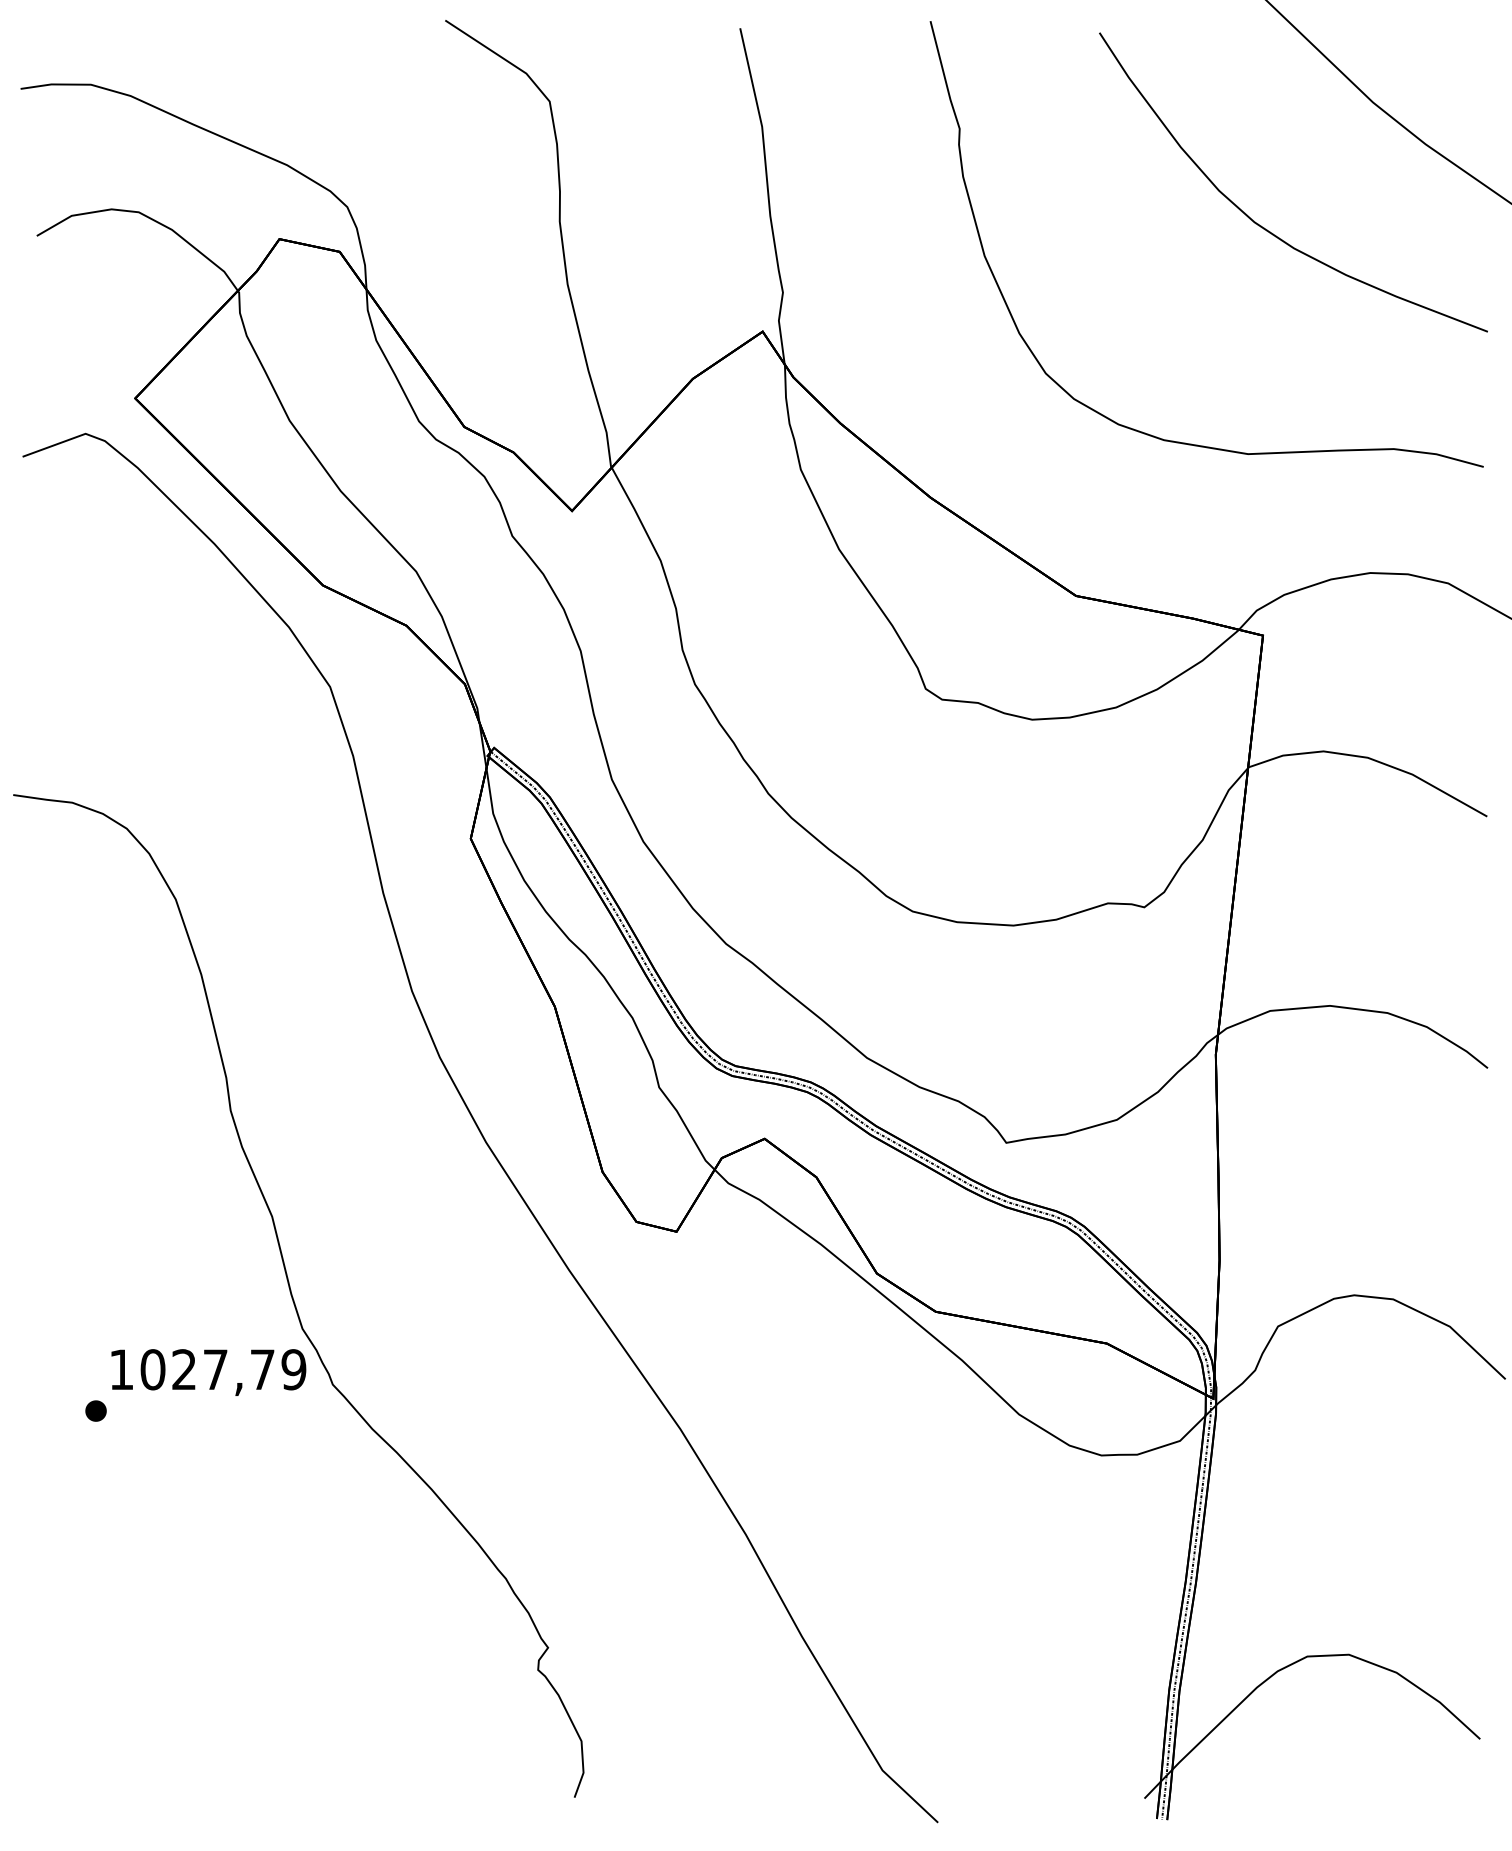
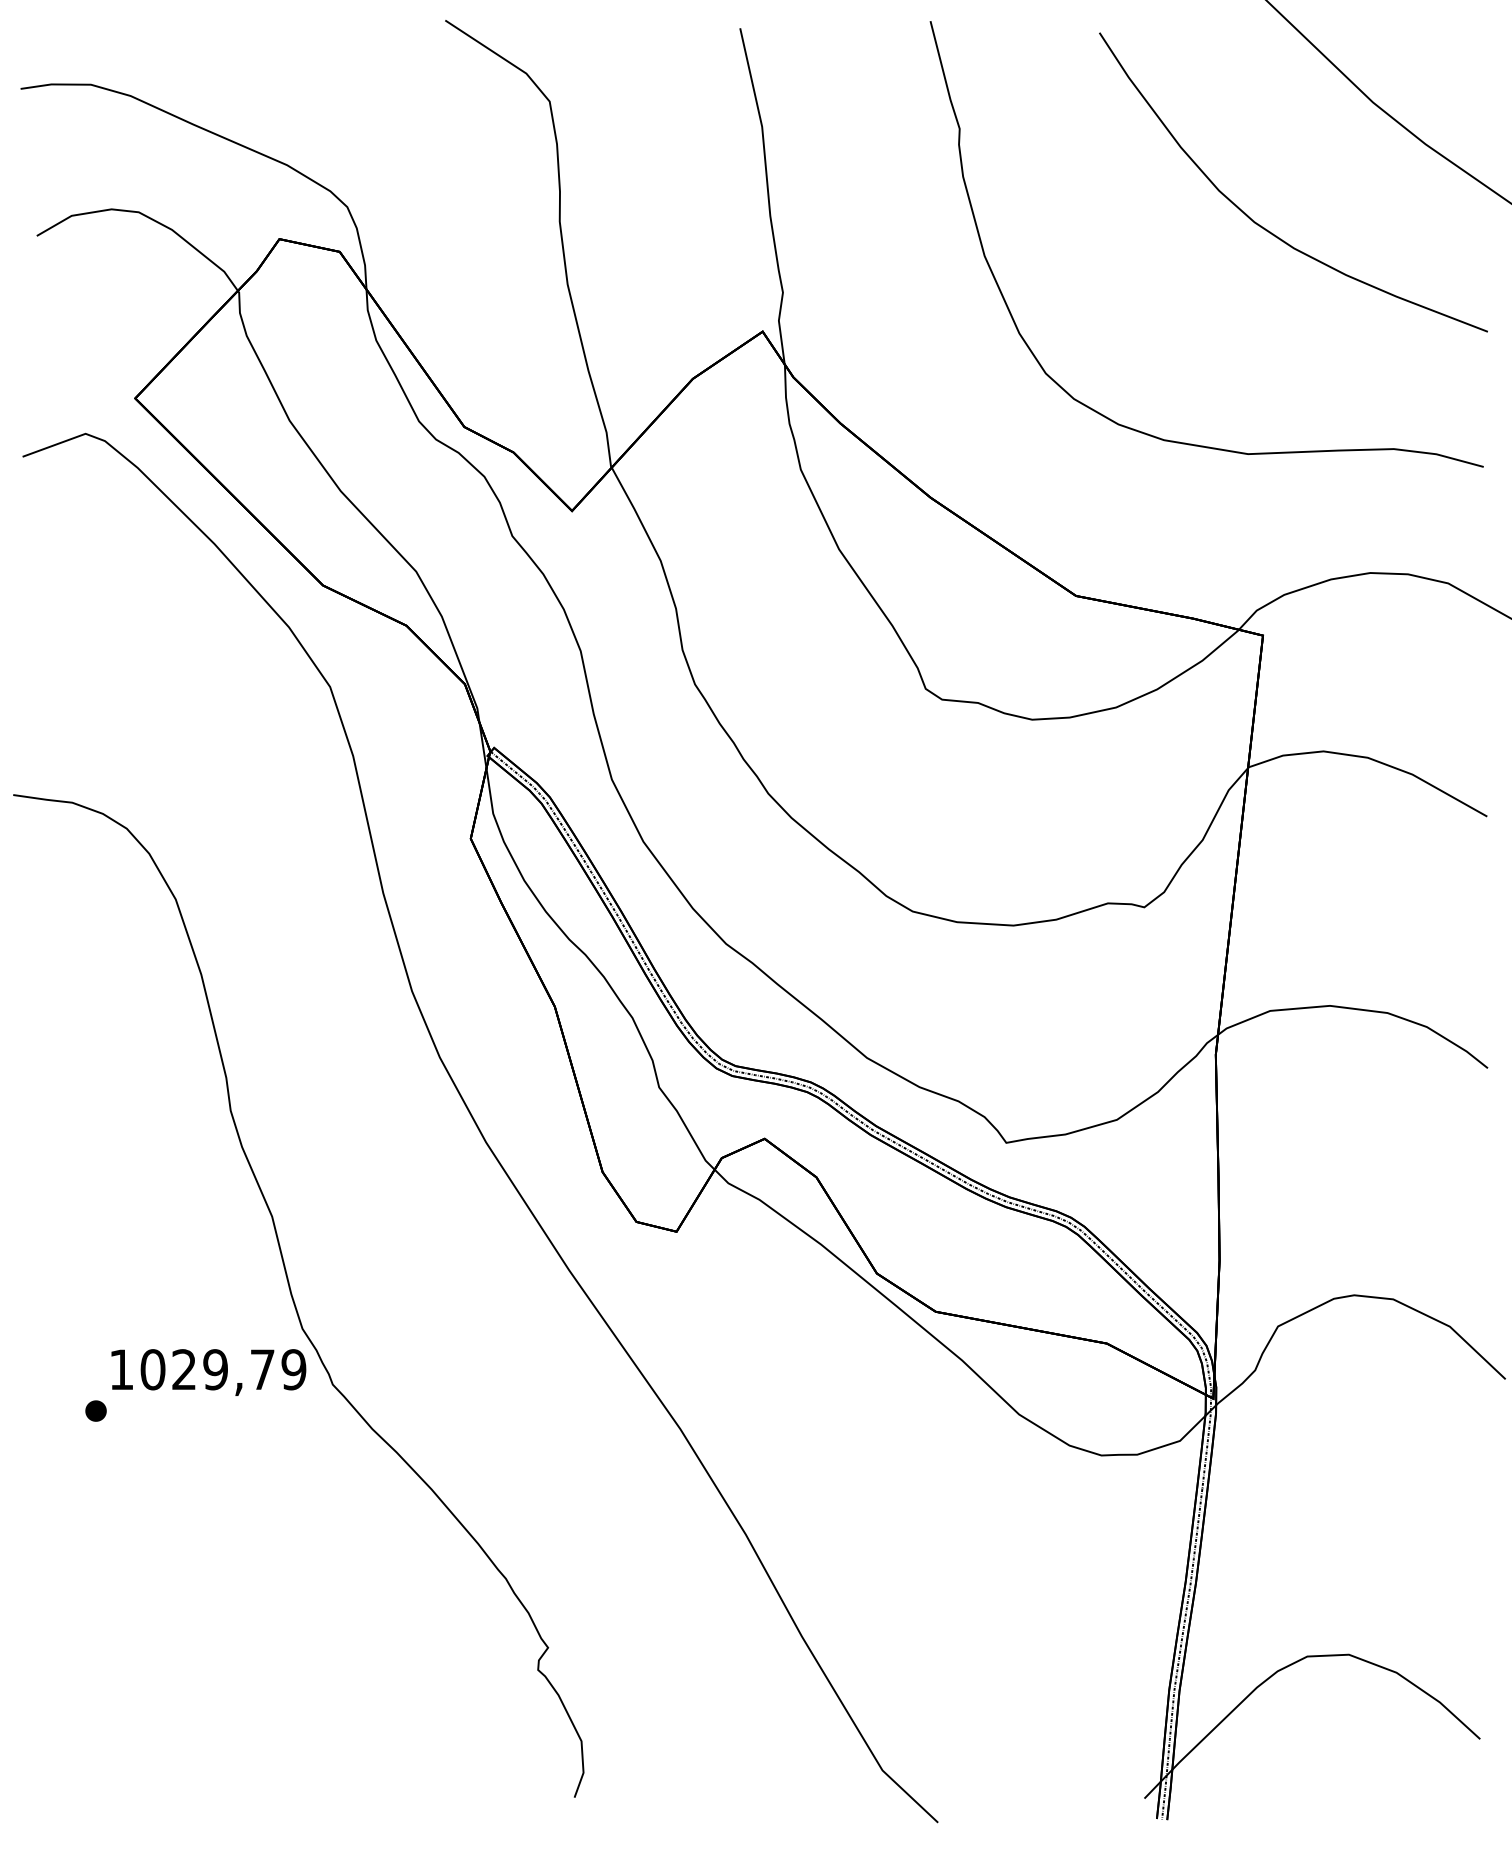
text at (215, 1369): 1027,79 -> 1029,79
